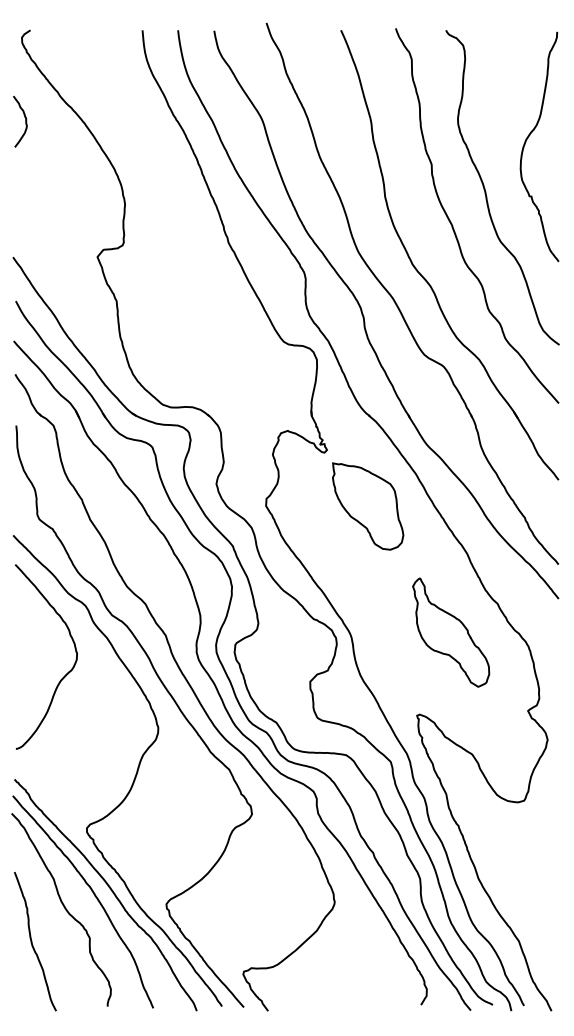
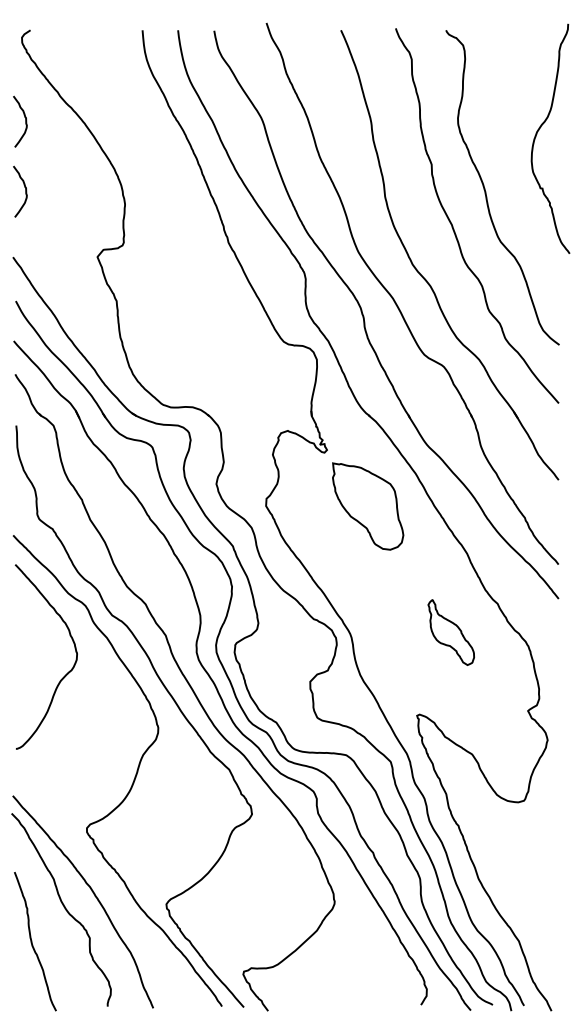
curve at (528, 138) position: (528, 138) -> (539, 130)
curve at (25, 191): none -> present
part at (451, 632) size: 79x111 px -> 48x67 px
curve at (110, 890): present -> none
